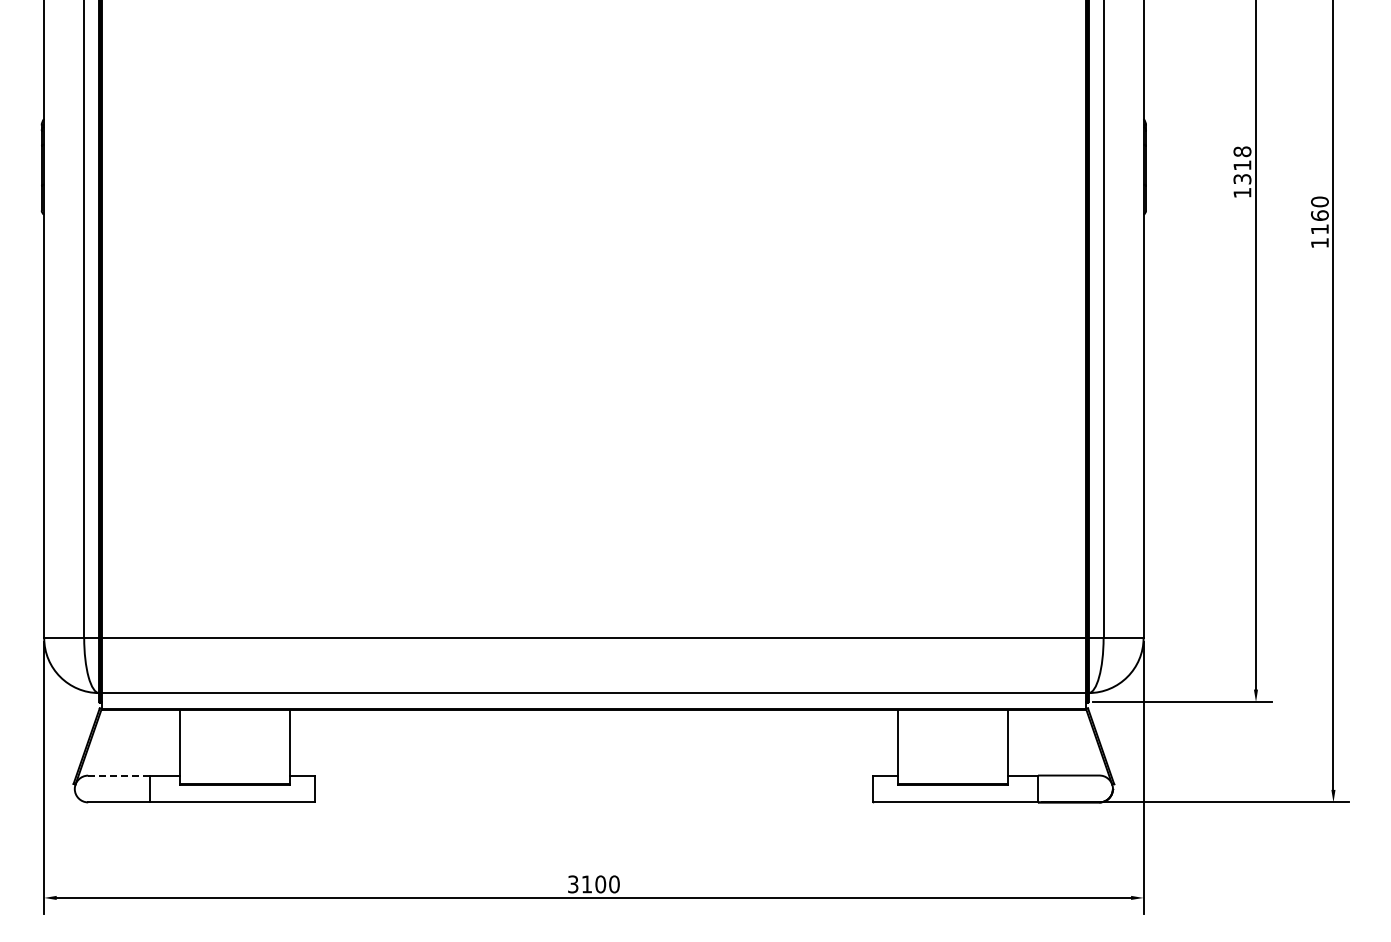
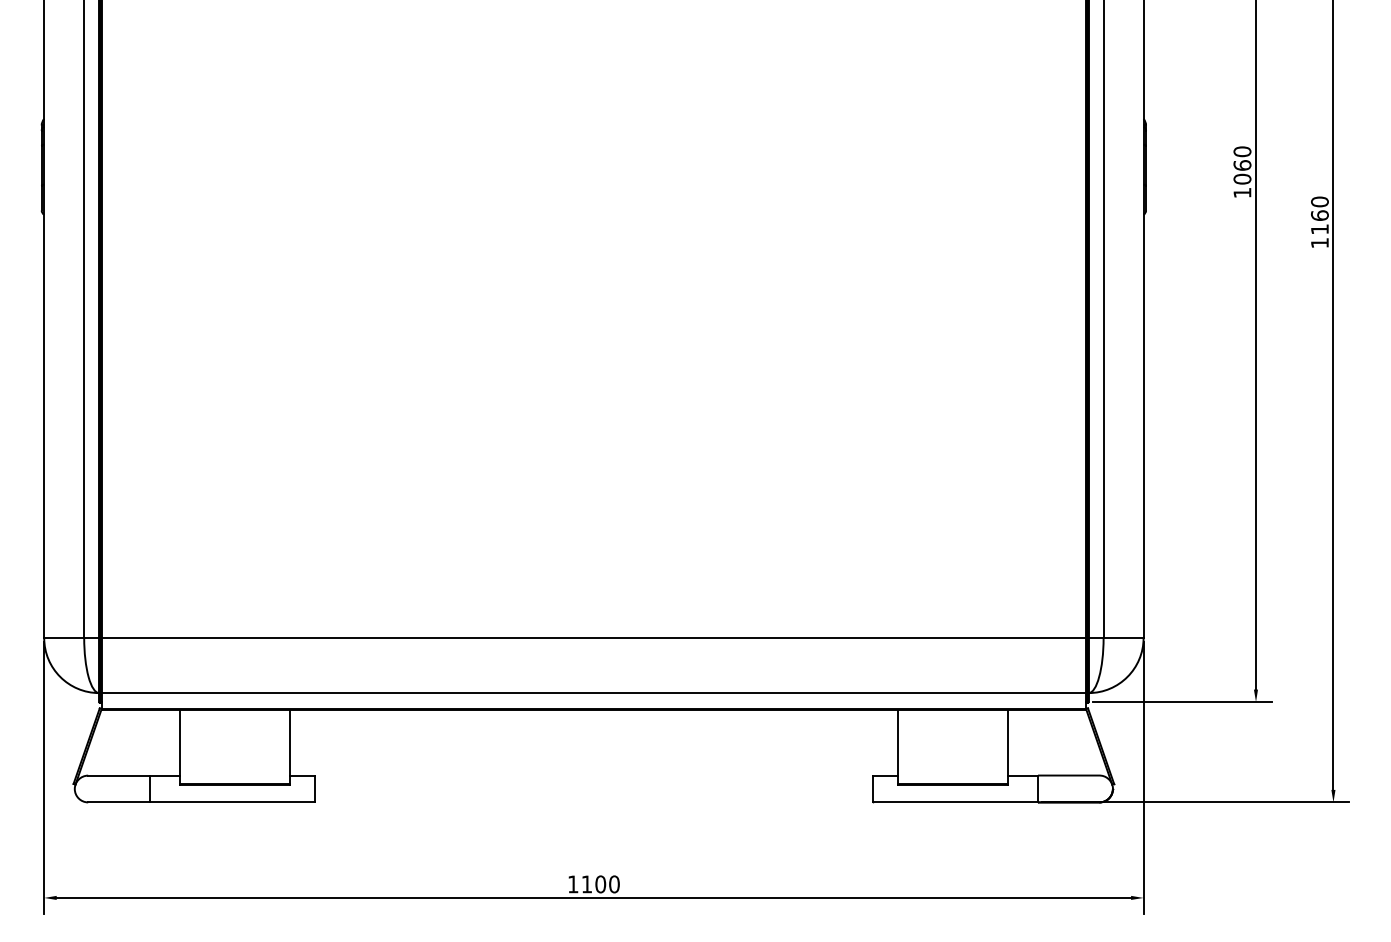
text at (1242, 165): 1318 -> 1060
line at (118, 775): dashed -> solid
text at (573, 884): 3100 -> 1100
